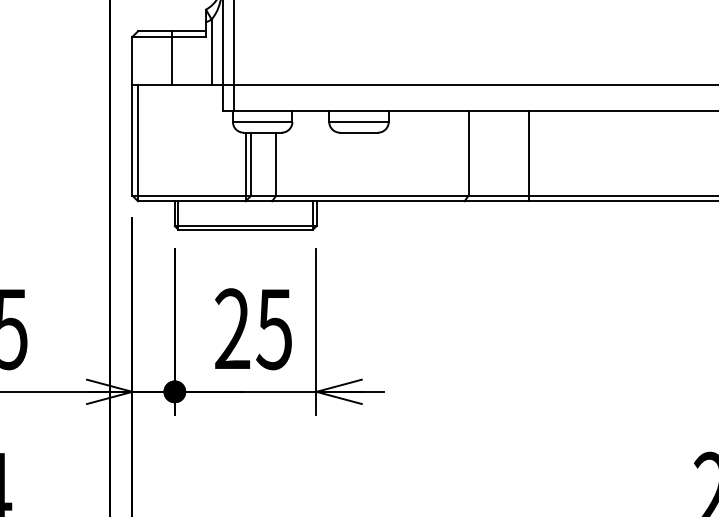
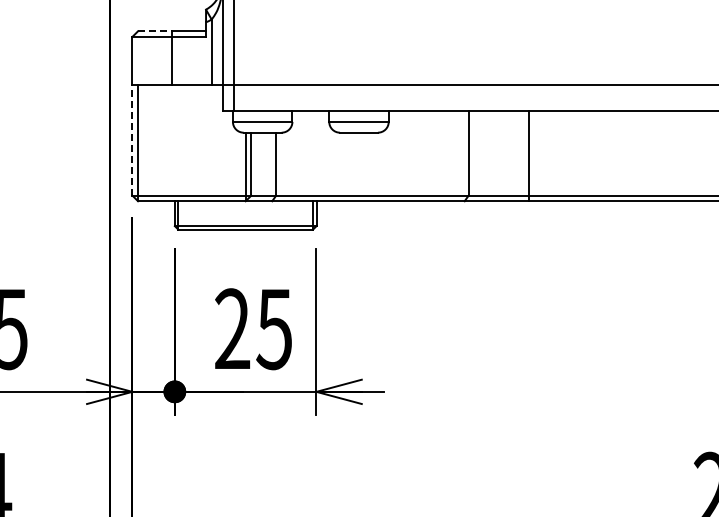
line at (155, 31): solid -> dashed
line at (132, 139): solid -> dashed
